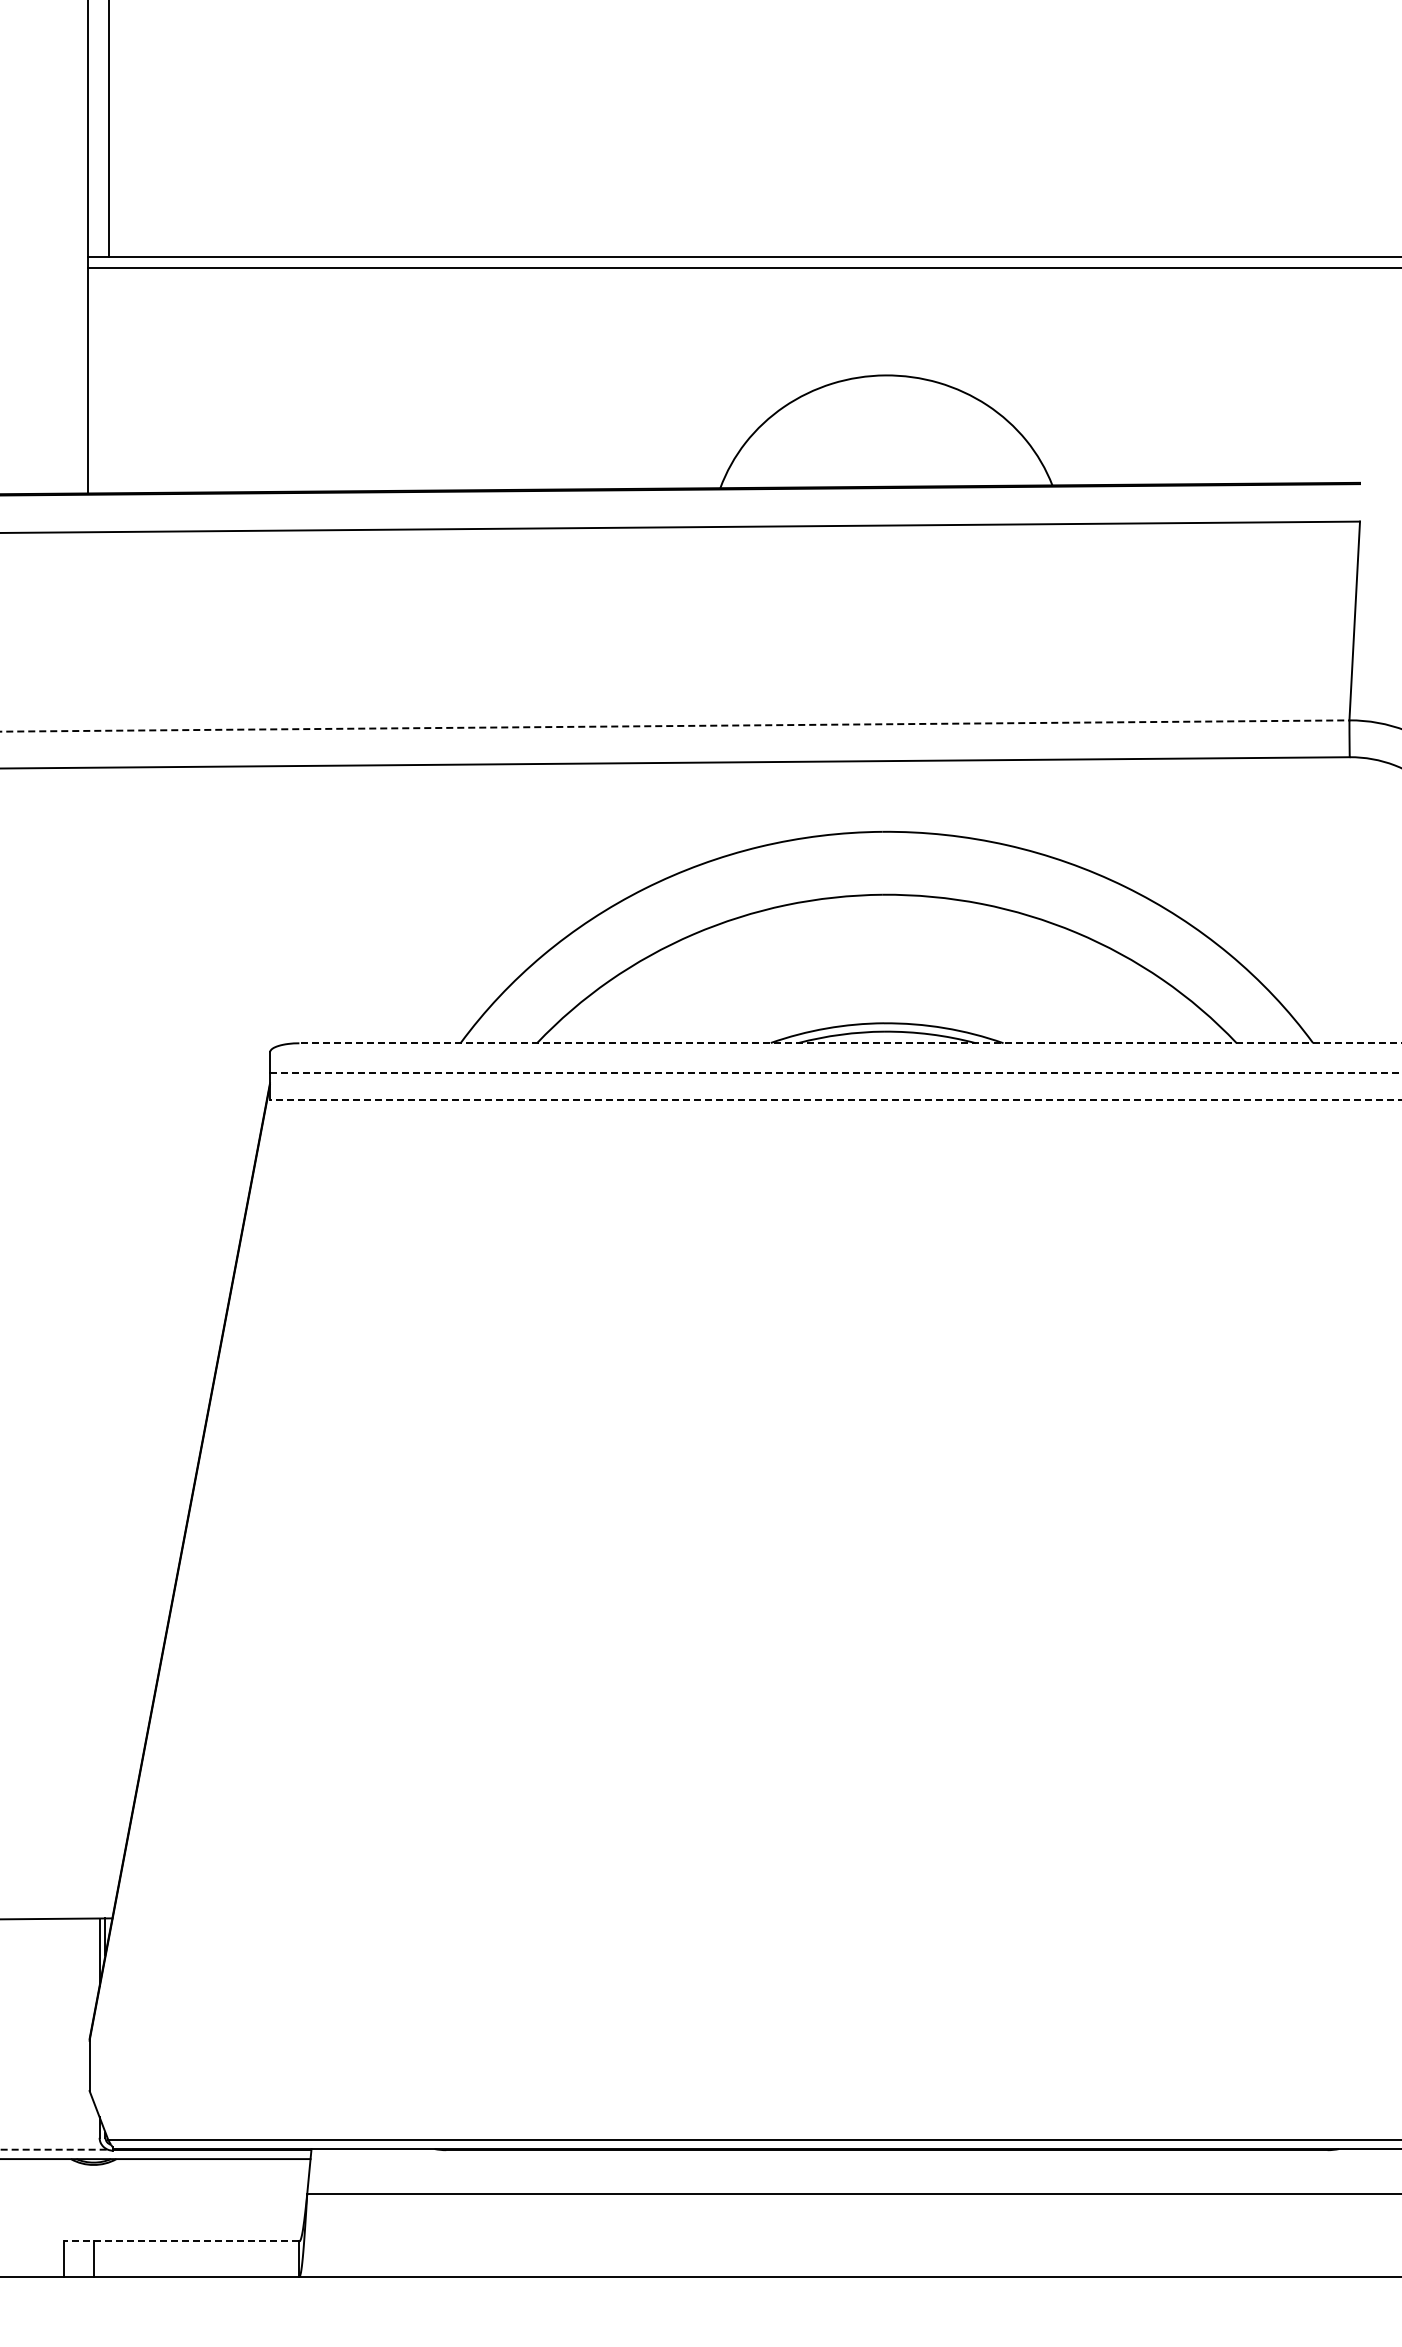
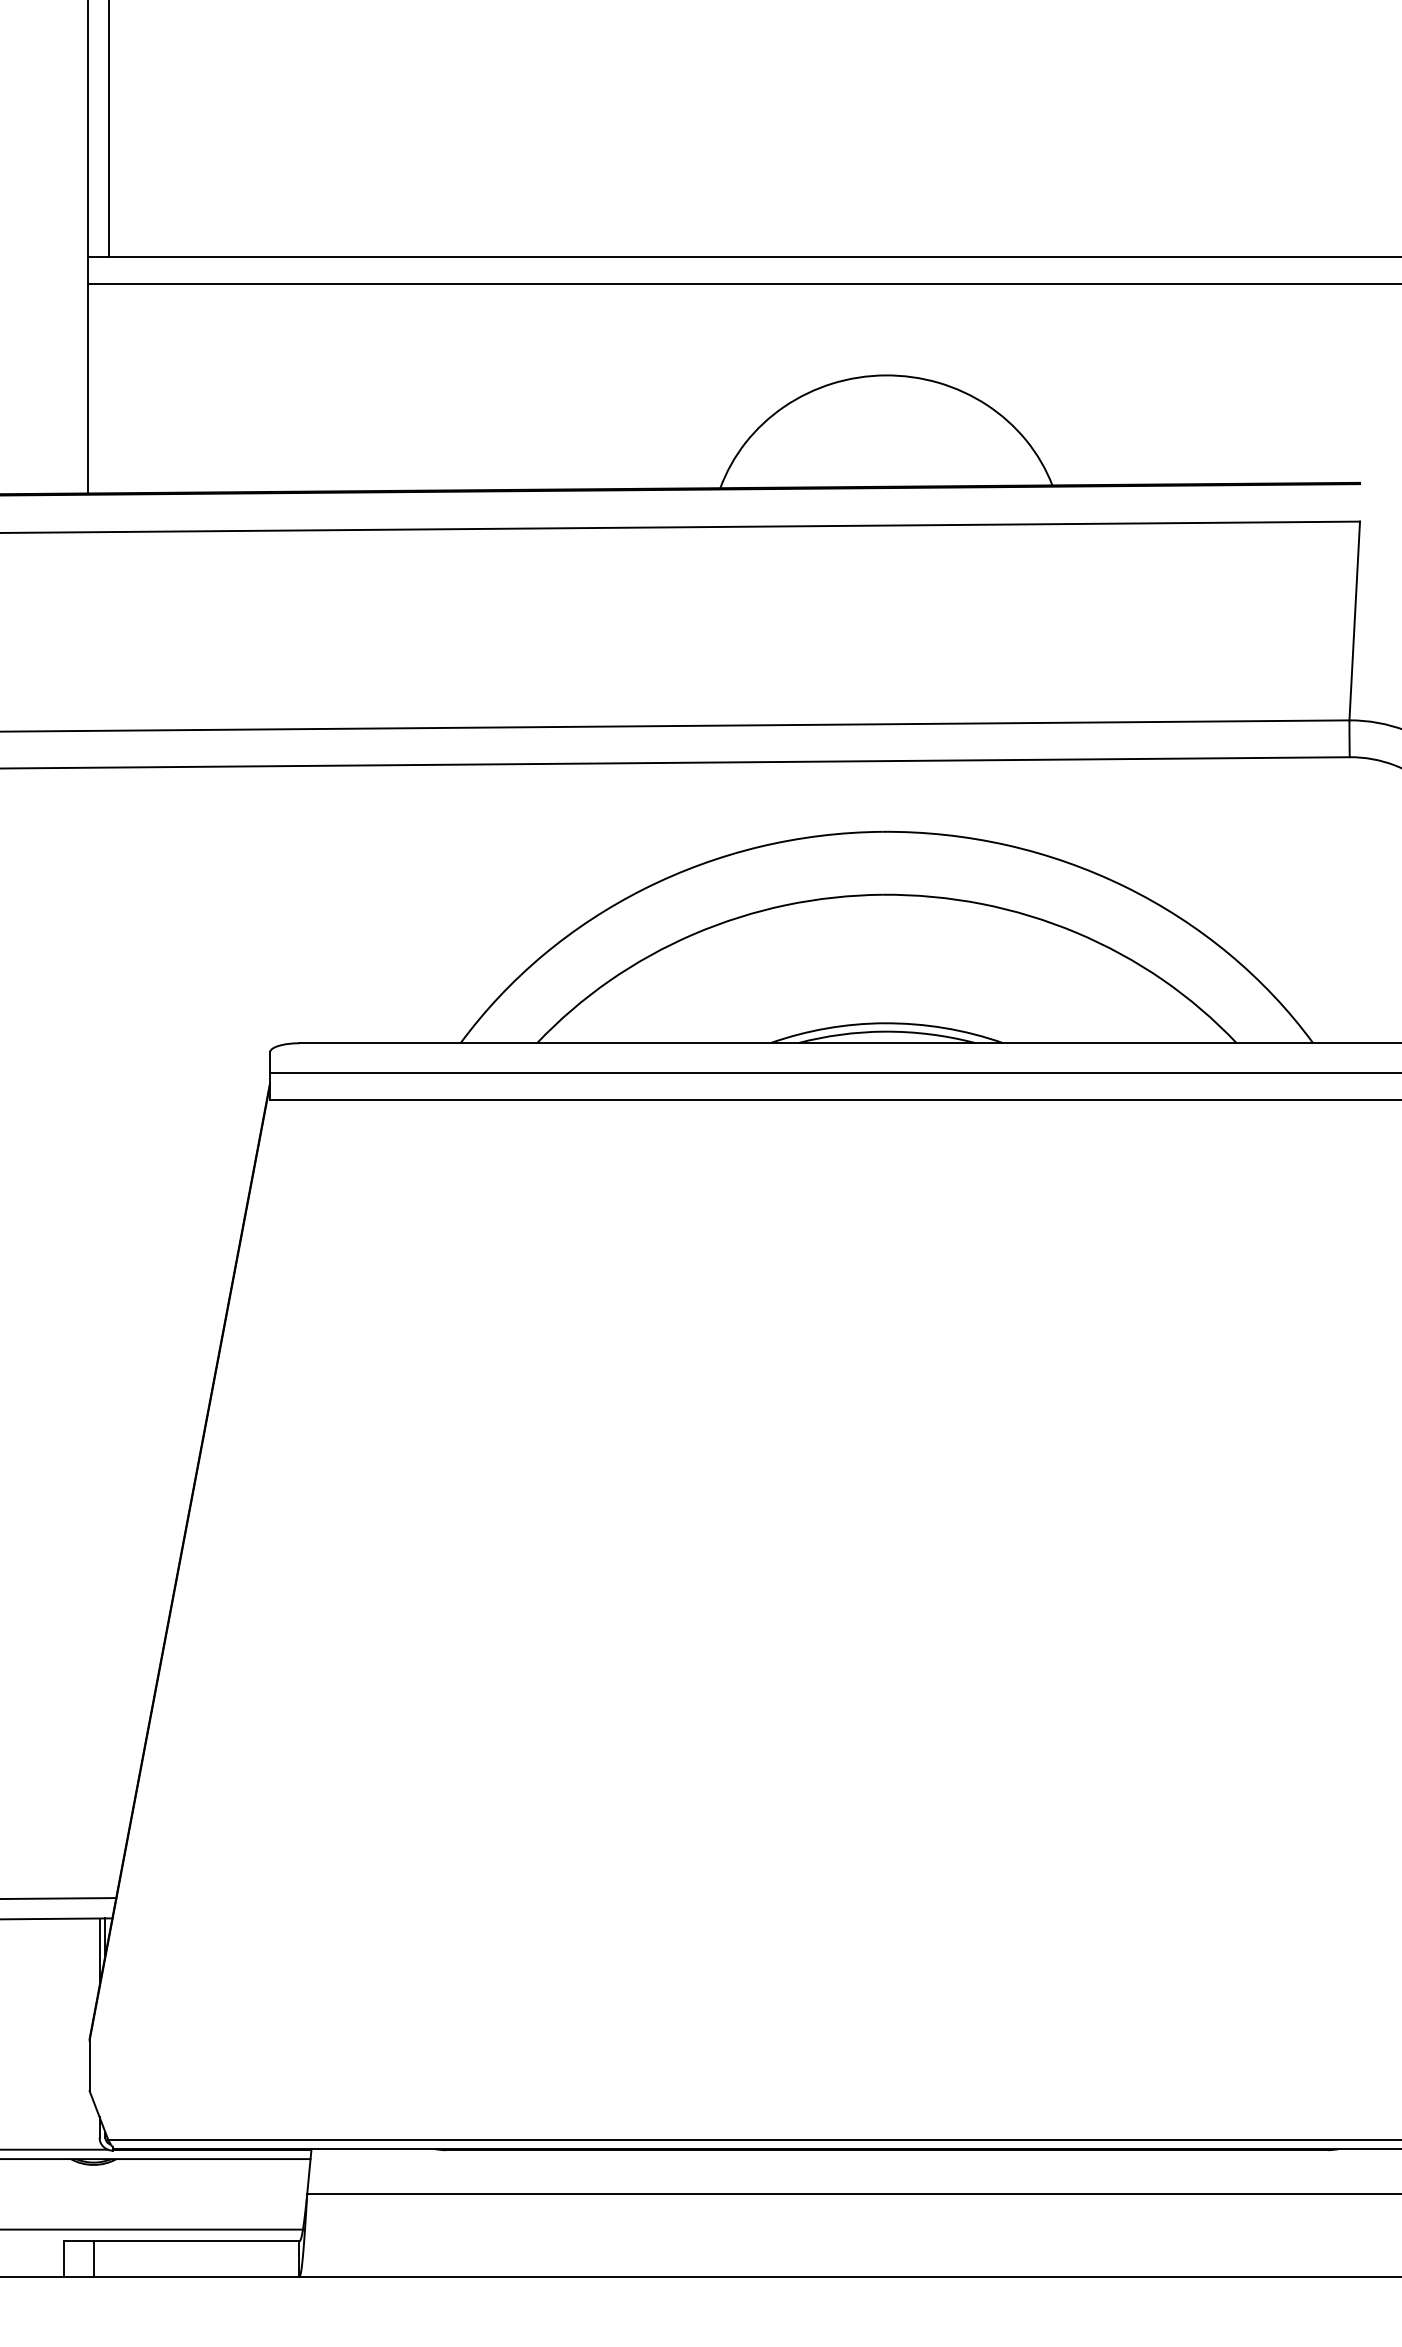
line at (742, 267) position: (742, 267) -> (742, 283)
line at (674, 726): dashed -> solid
line at (849, 1043): dashed -> solid
line at (835, 1073): dashed -> solid
line at (835, 1099): dashed -> solid
line at (59, 1898): none -> present
line at (54, 2149): dashed -> solid
line at (152, 2229): none -> present
line at (181, 2241): dashed -> solid
